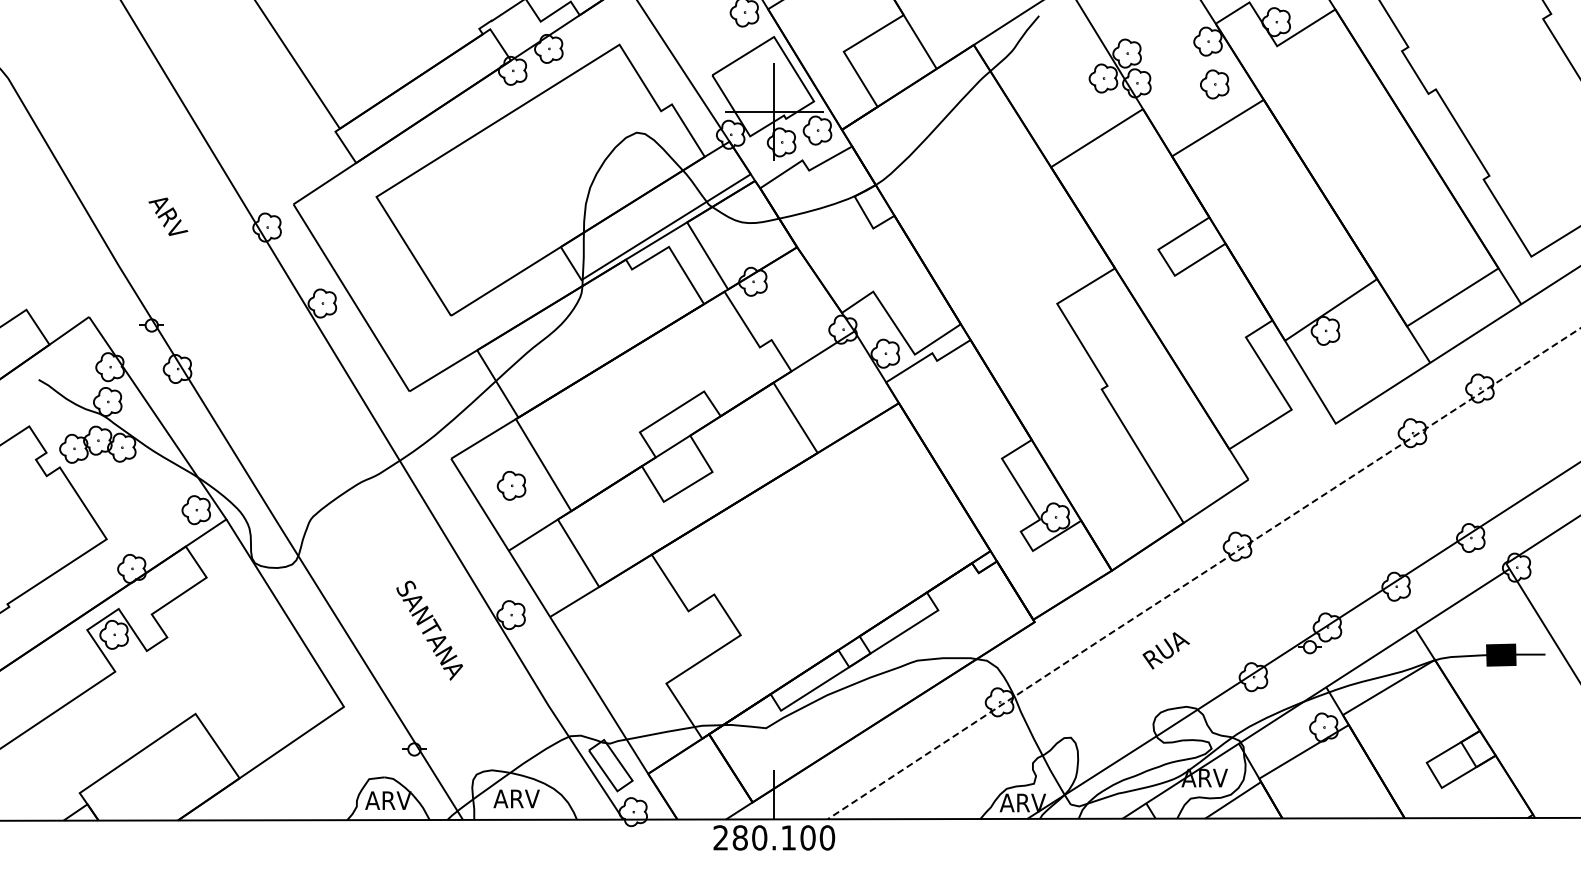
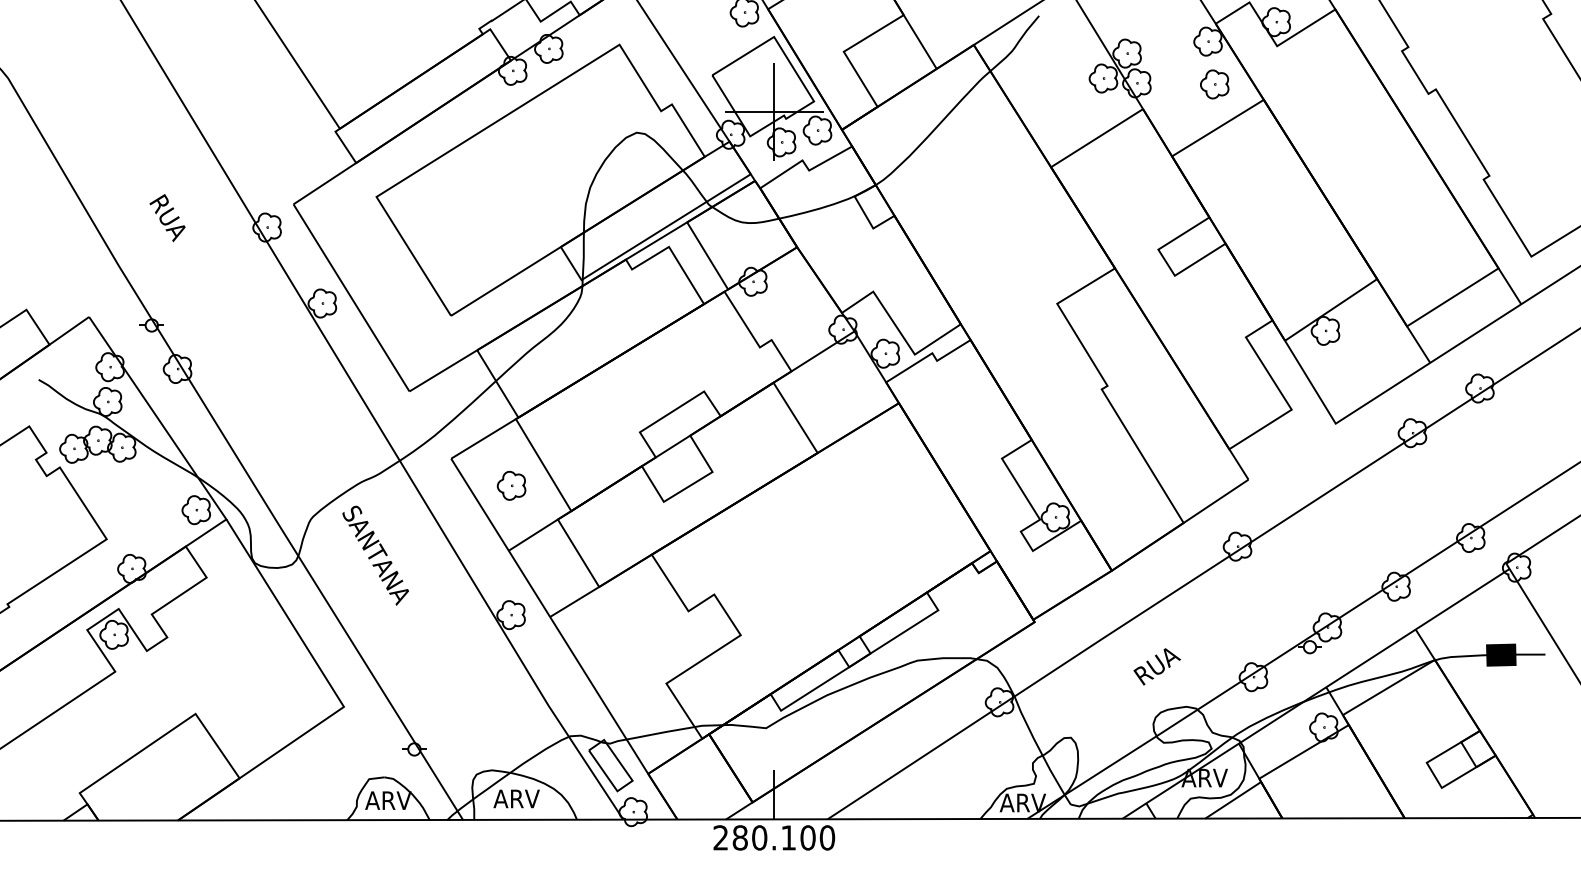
text at (168, 218): ARV -> RUA
line at (1202, 573): dashed -> solid
text at (429, 630) position: (429, 630) -> (375, 555)
text at (1165, 650) position: (1165, 650) -> (1156, 666)
